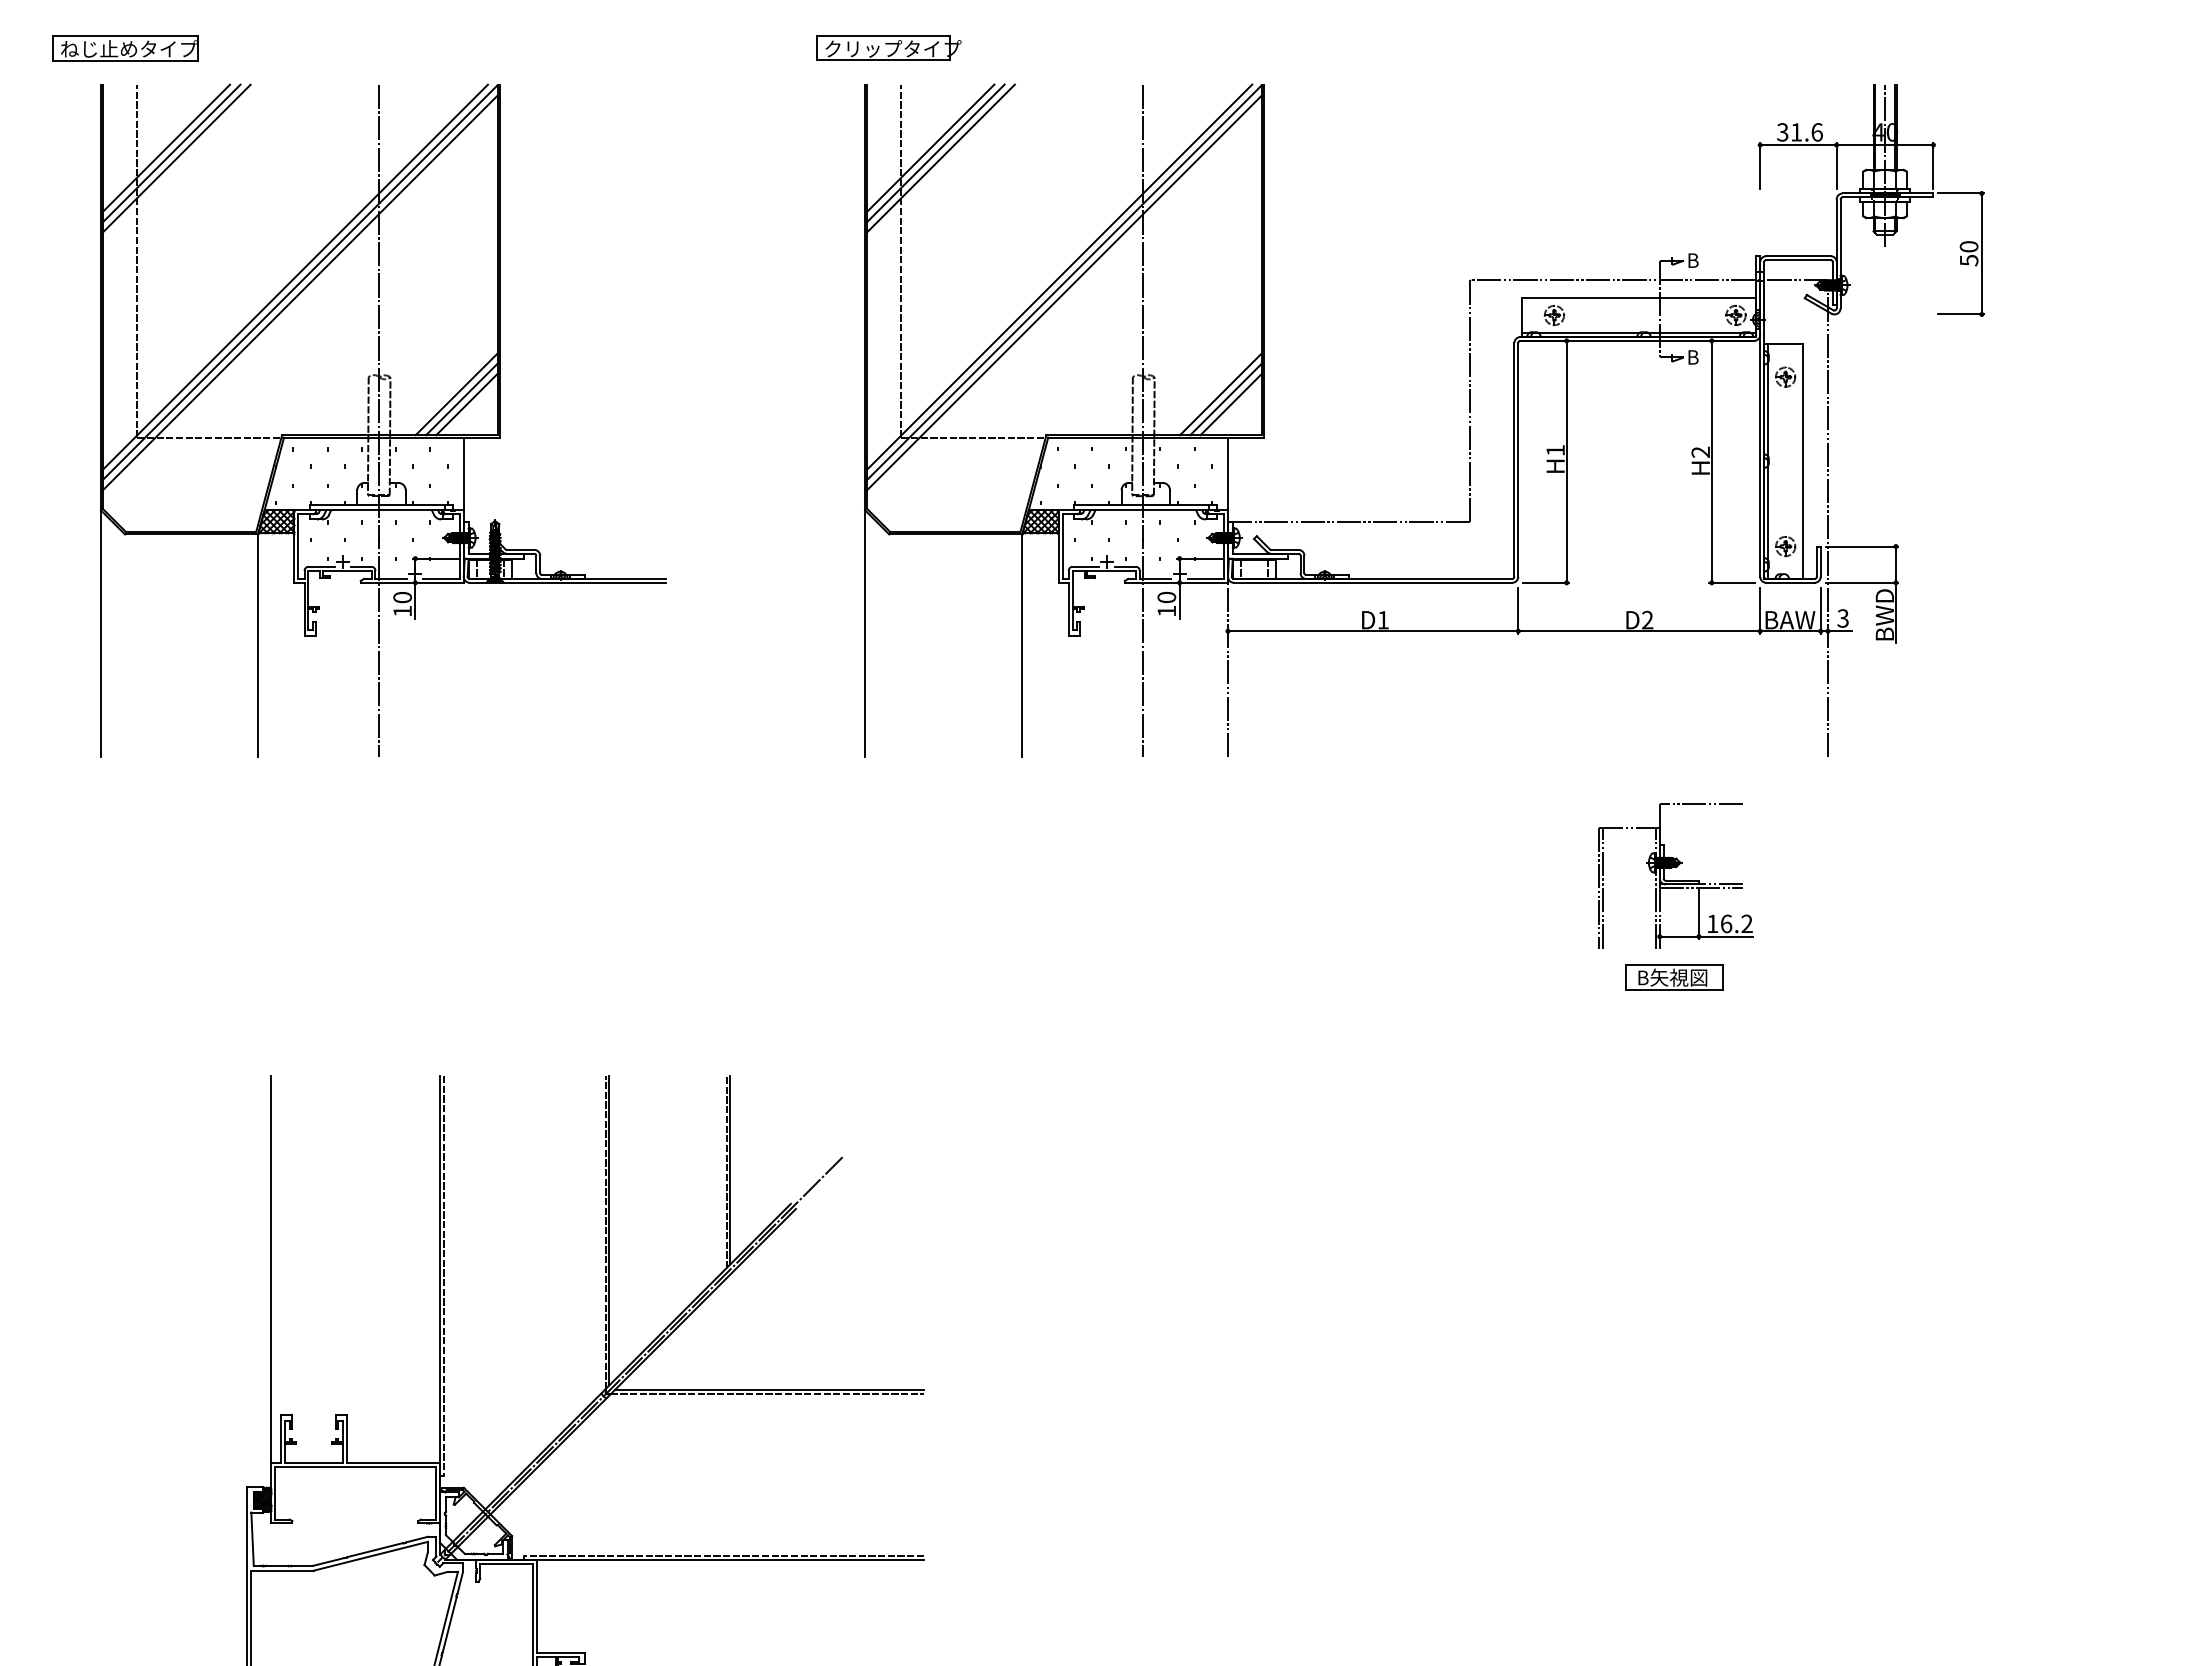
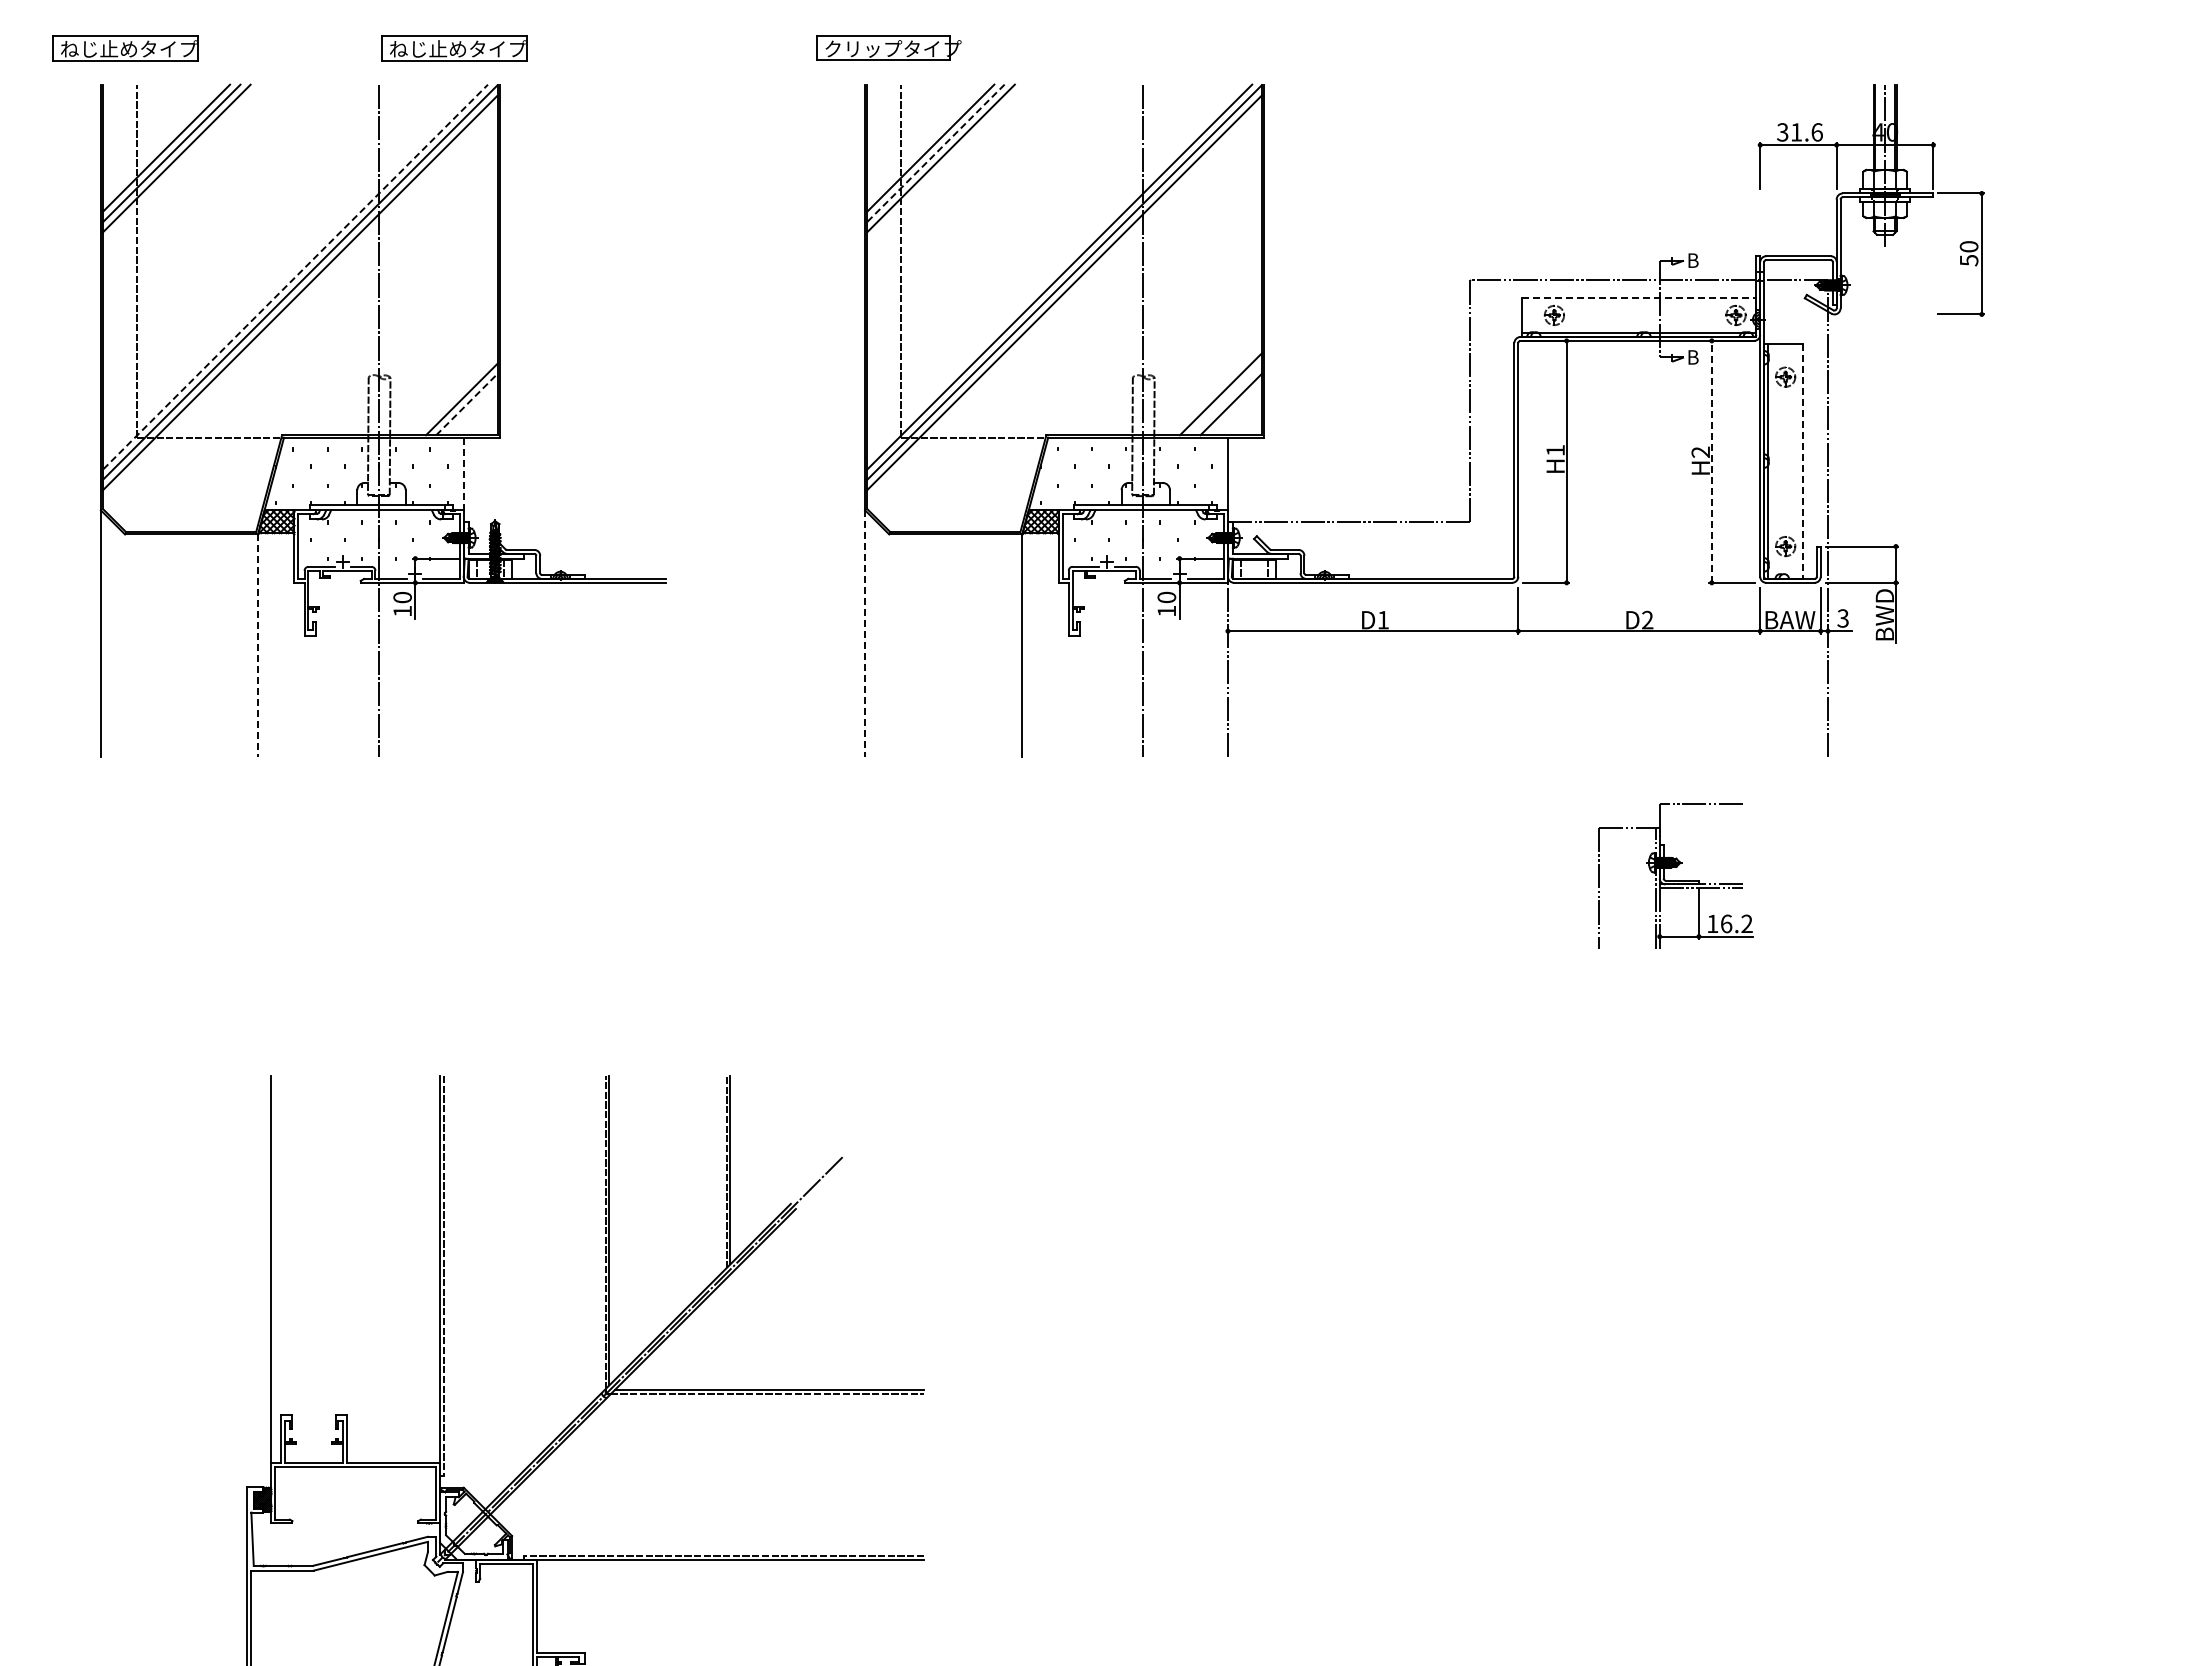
part at (454, 48): none -> present
line at (936, 153): solid -> dashed
line at (295, 276): solid -> dashed
line at (1639, 297): solid -> dashed
line at (456, 394): present -> none
line at (1225, 399): present -> none
line at (467, 404): solid -> dashed
line at (1711, 461): solid -> dashed
line at (1803, 462): solid -> dashed
line at (463, 474): solid -> dashed
line at (865, 634): solid -> dashed
line at (258, 646): solid -> dashed
line at (1603, 887): present -> none
part at (1674, 977): present -> none
